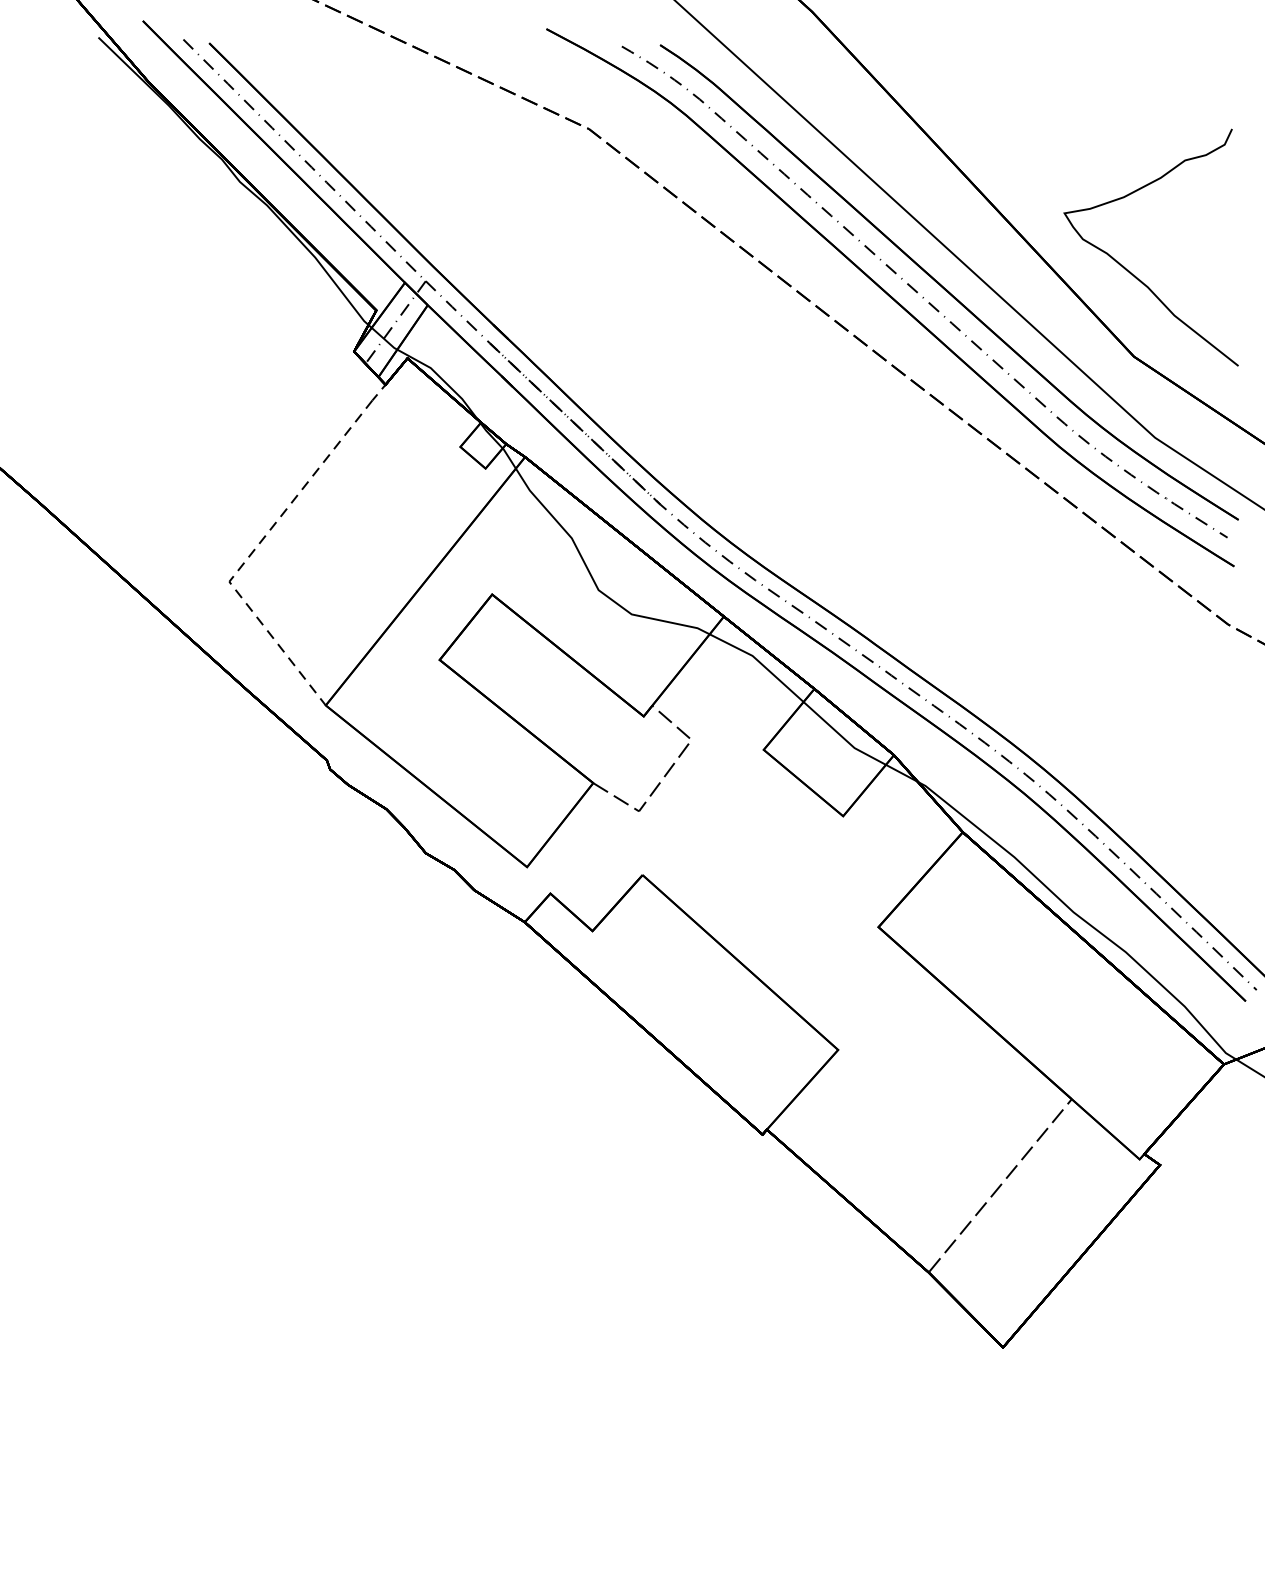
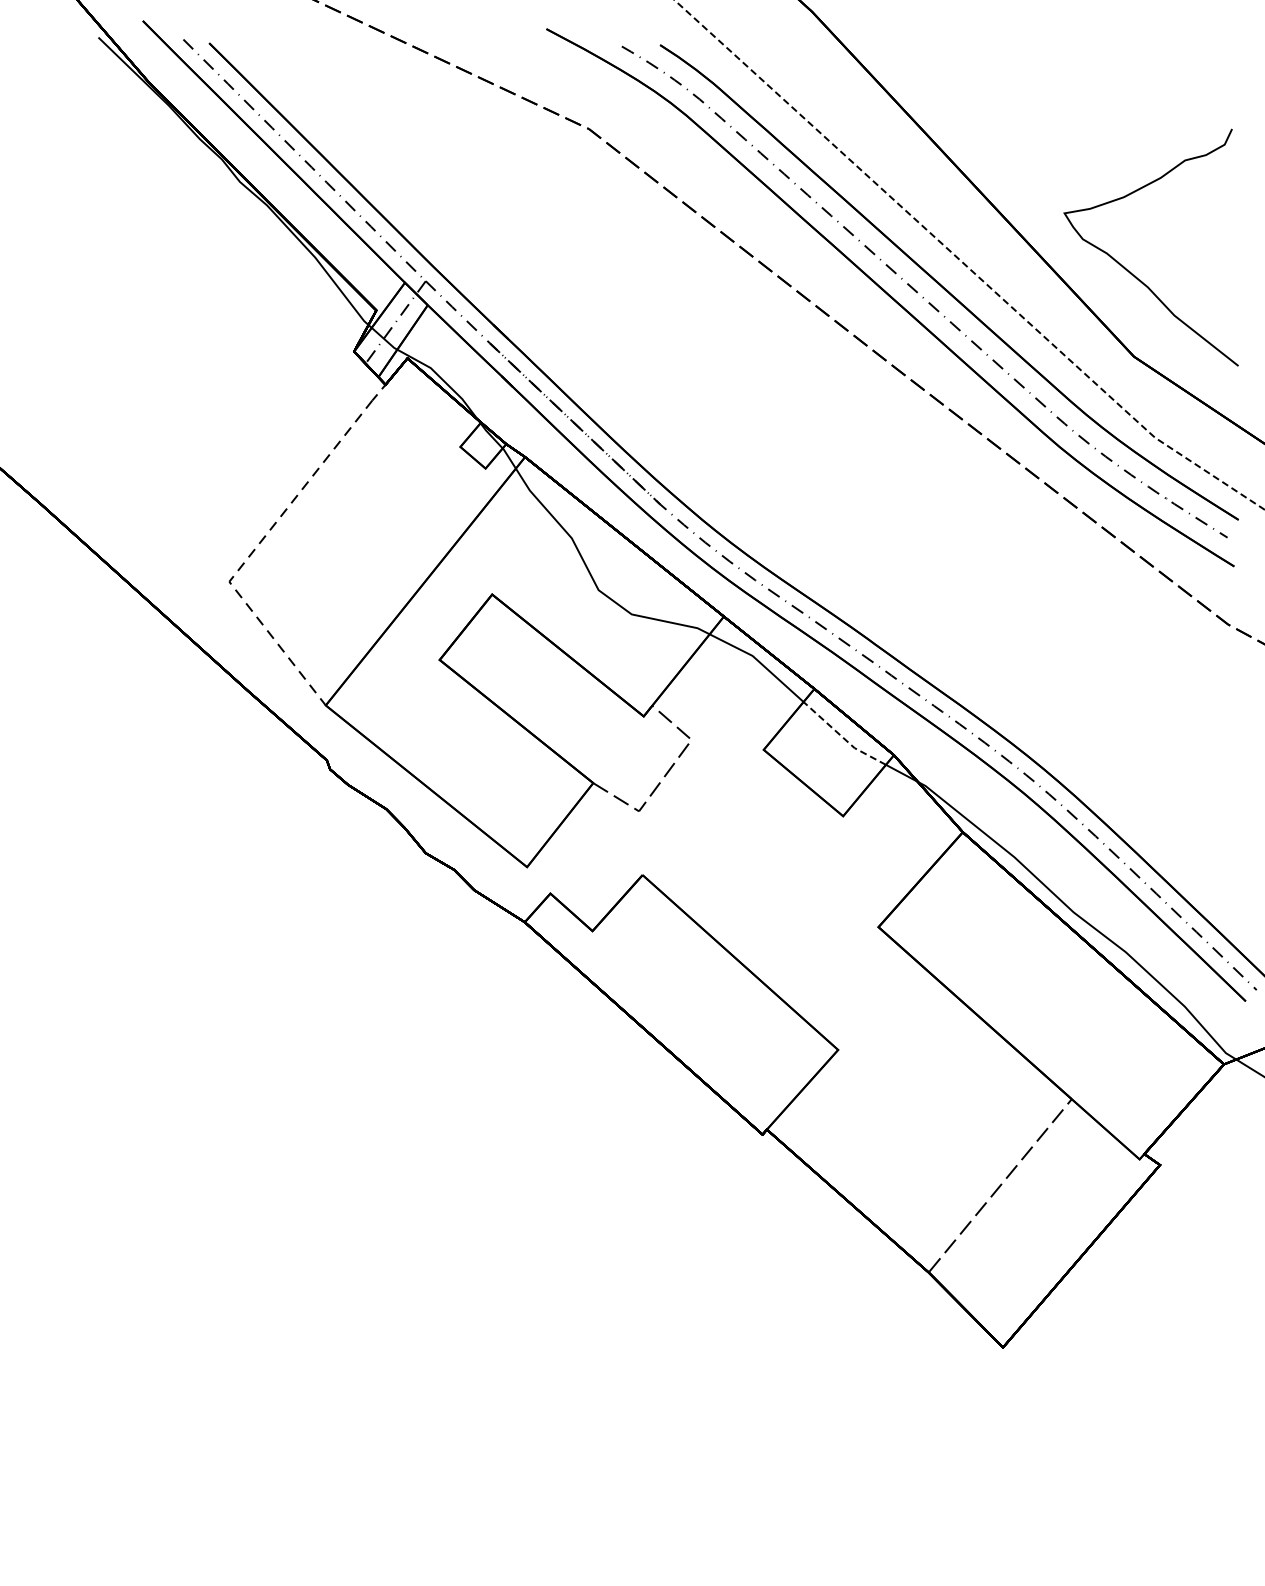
line at (963, 262): solid -> dashed
line at (842, 737): solid -> dashed
